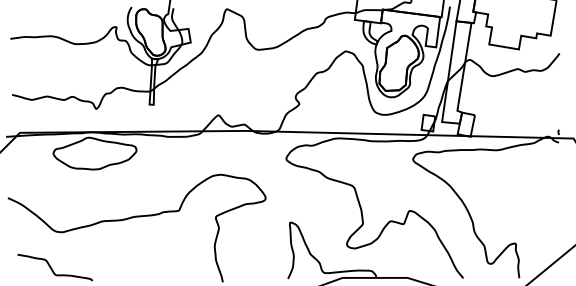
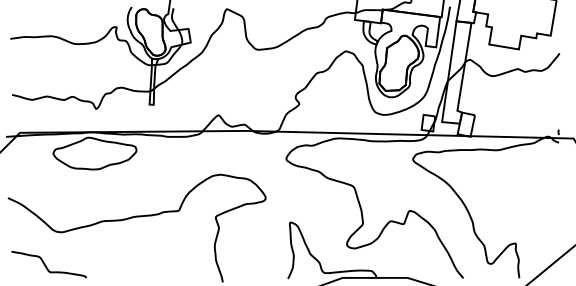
curve at (52, 268) position: (52, 268) -> (46, 265)
